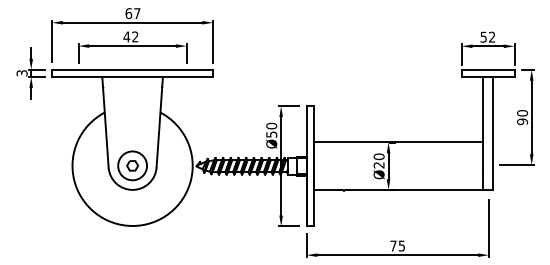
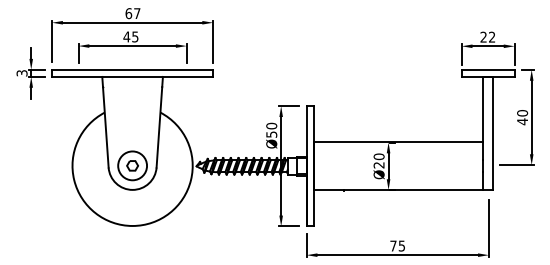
text at (135, 36): 42 -> 45
text at (483, 36): 52 -> 22
text at (522, 121): 90 -> 40
